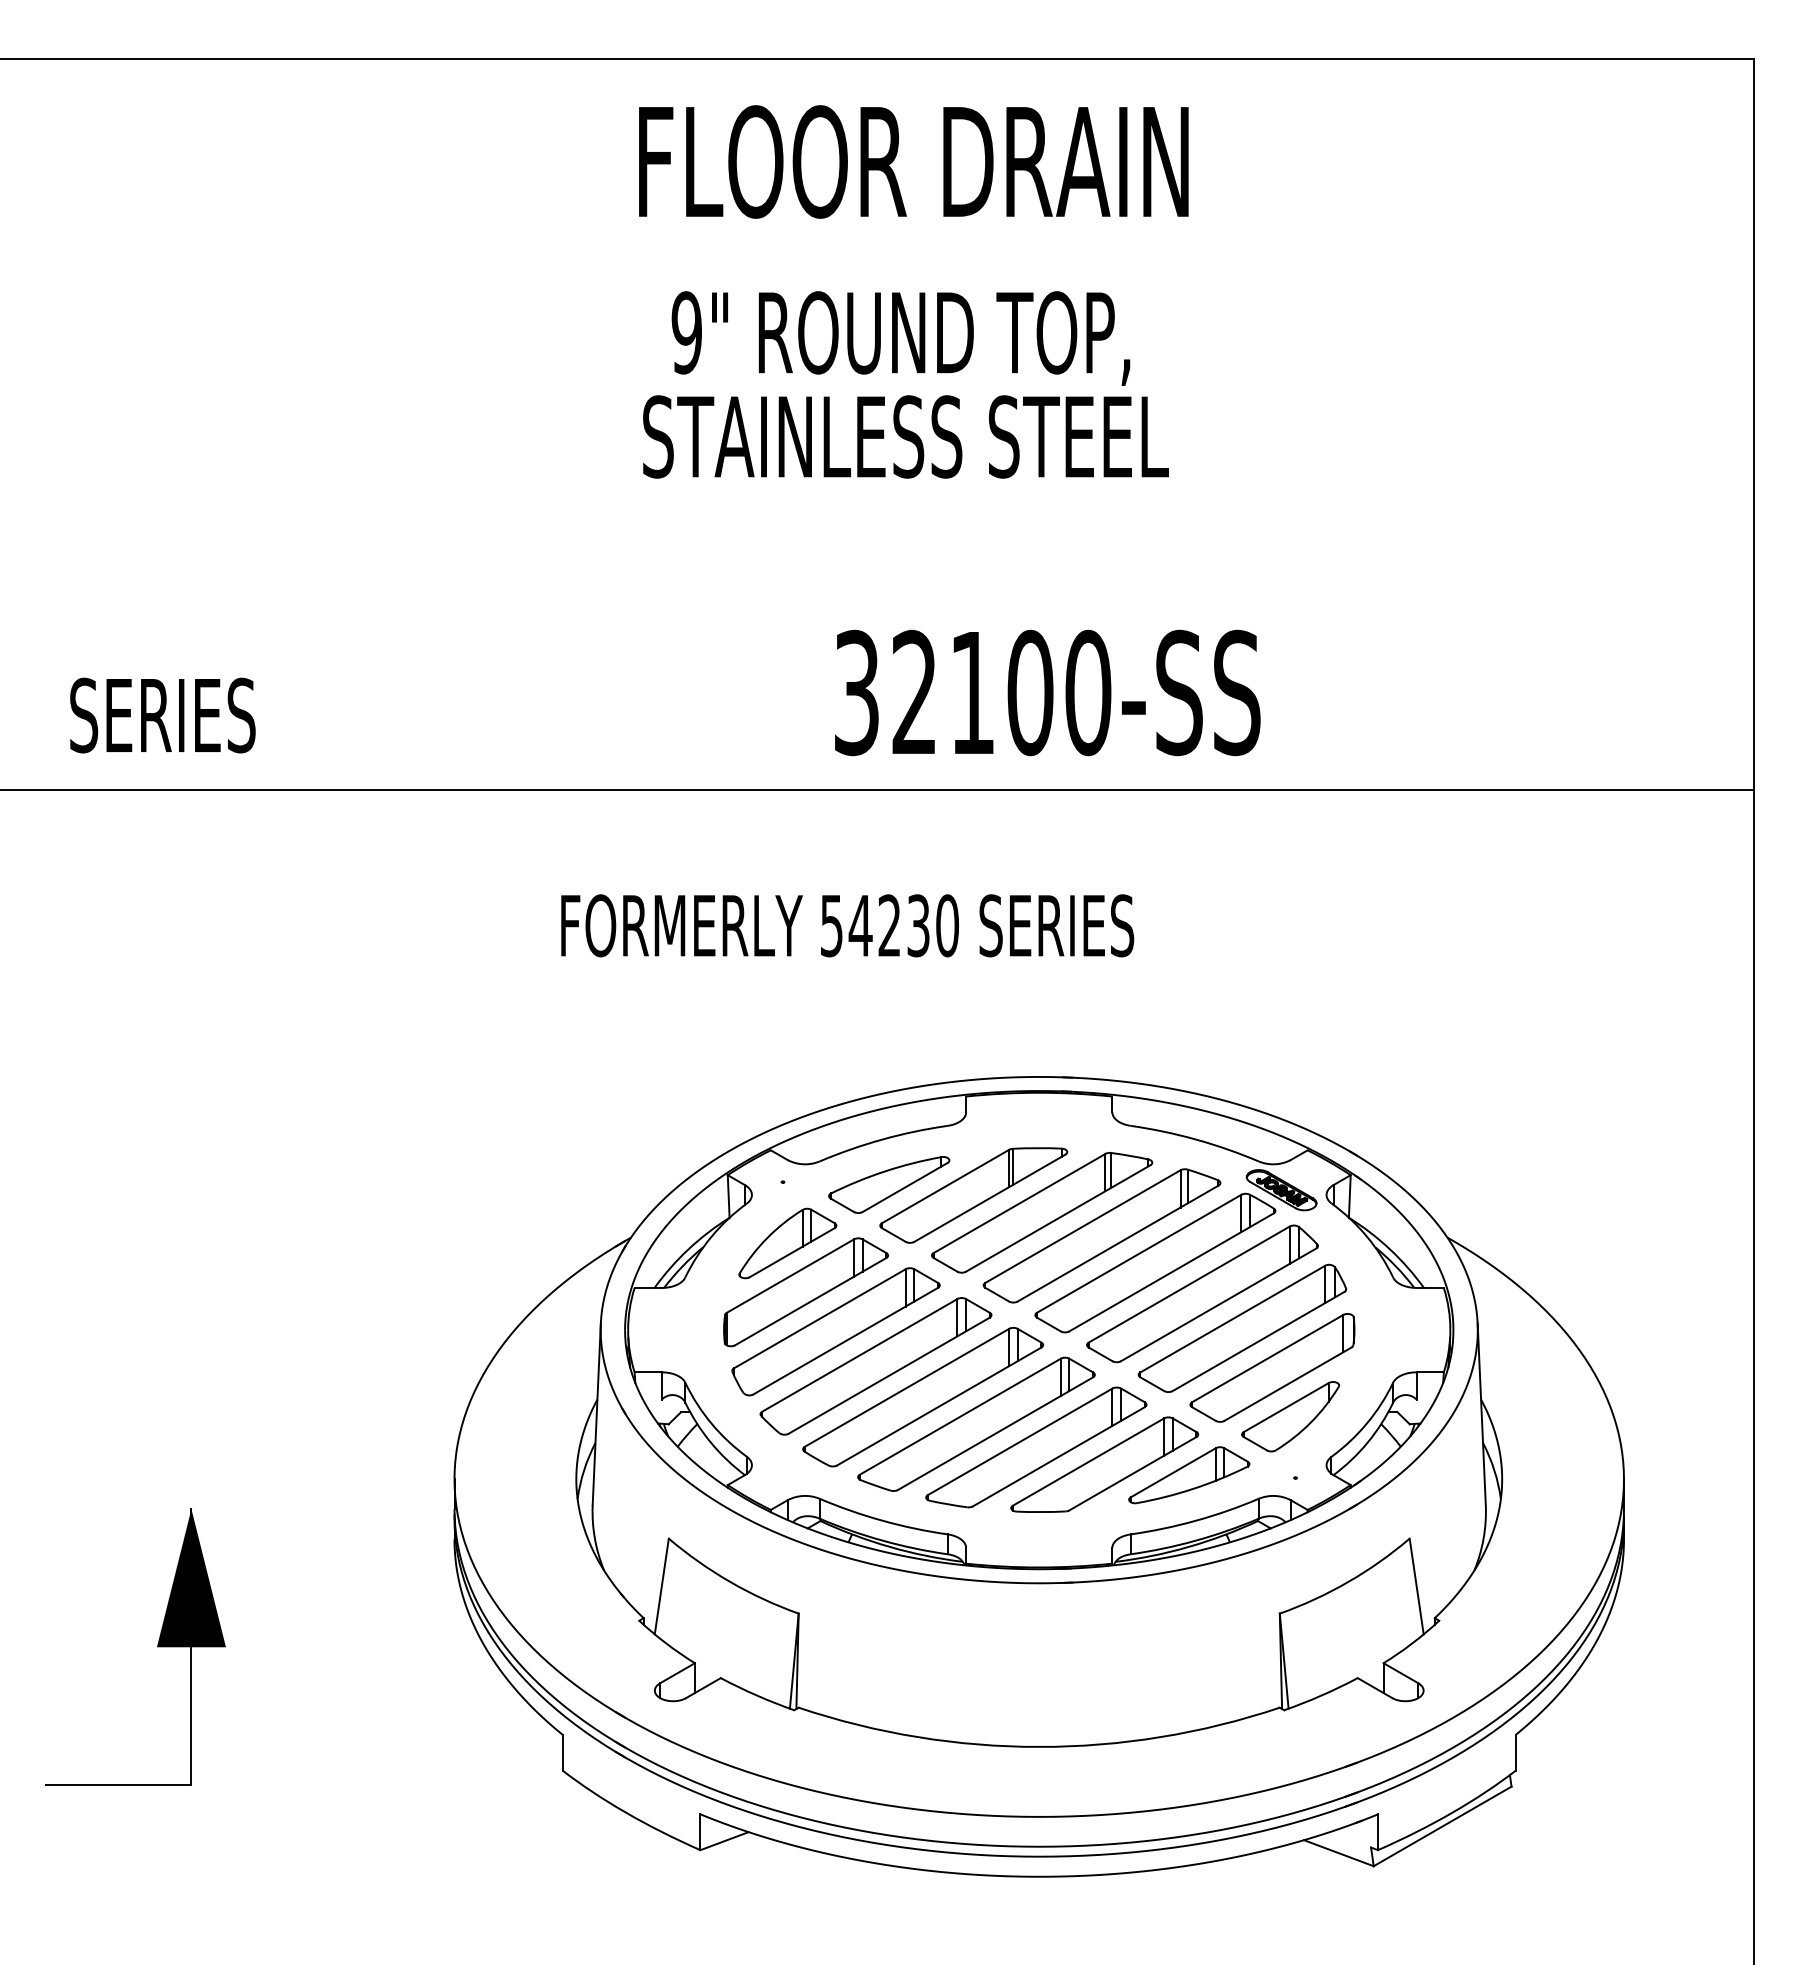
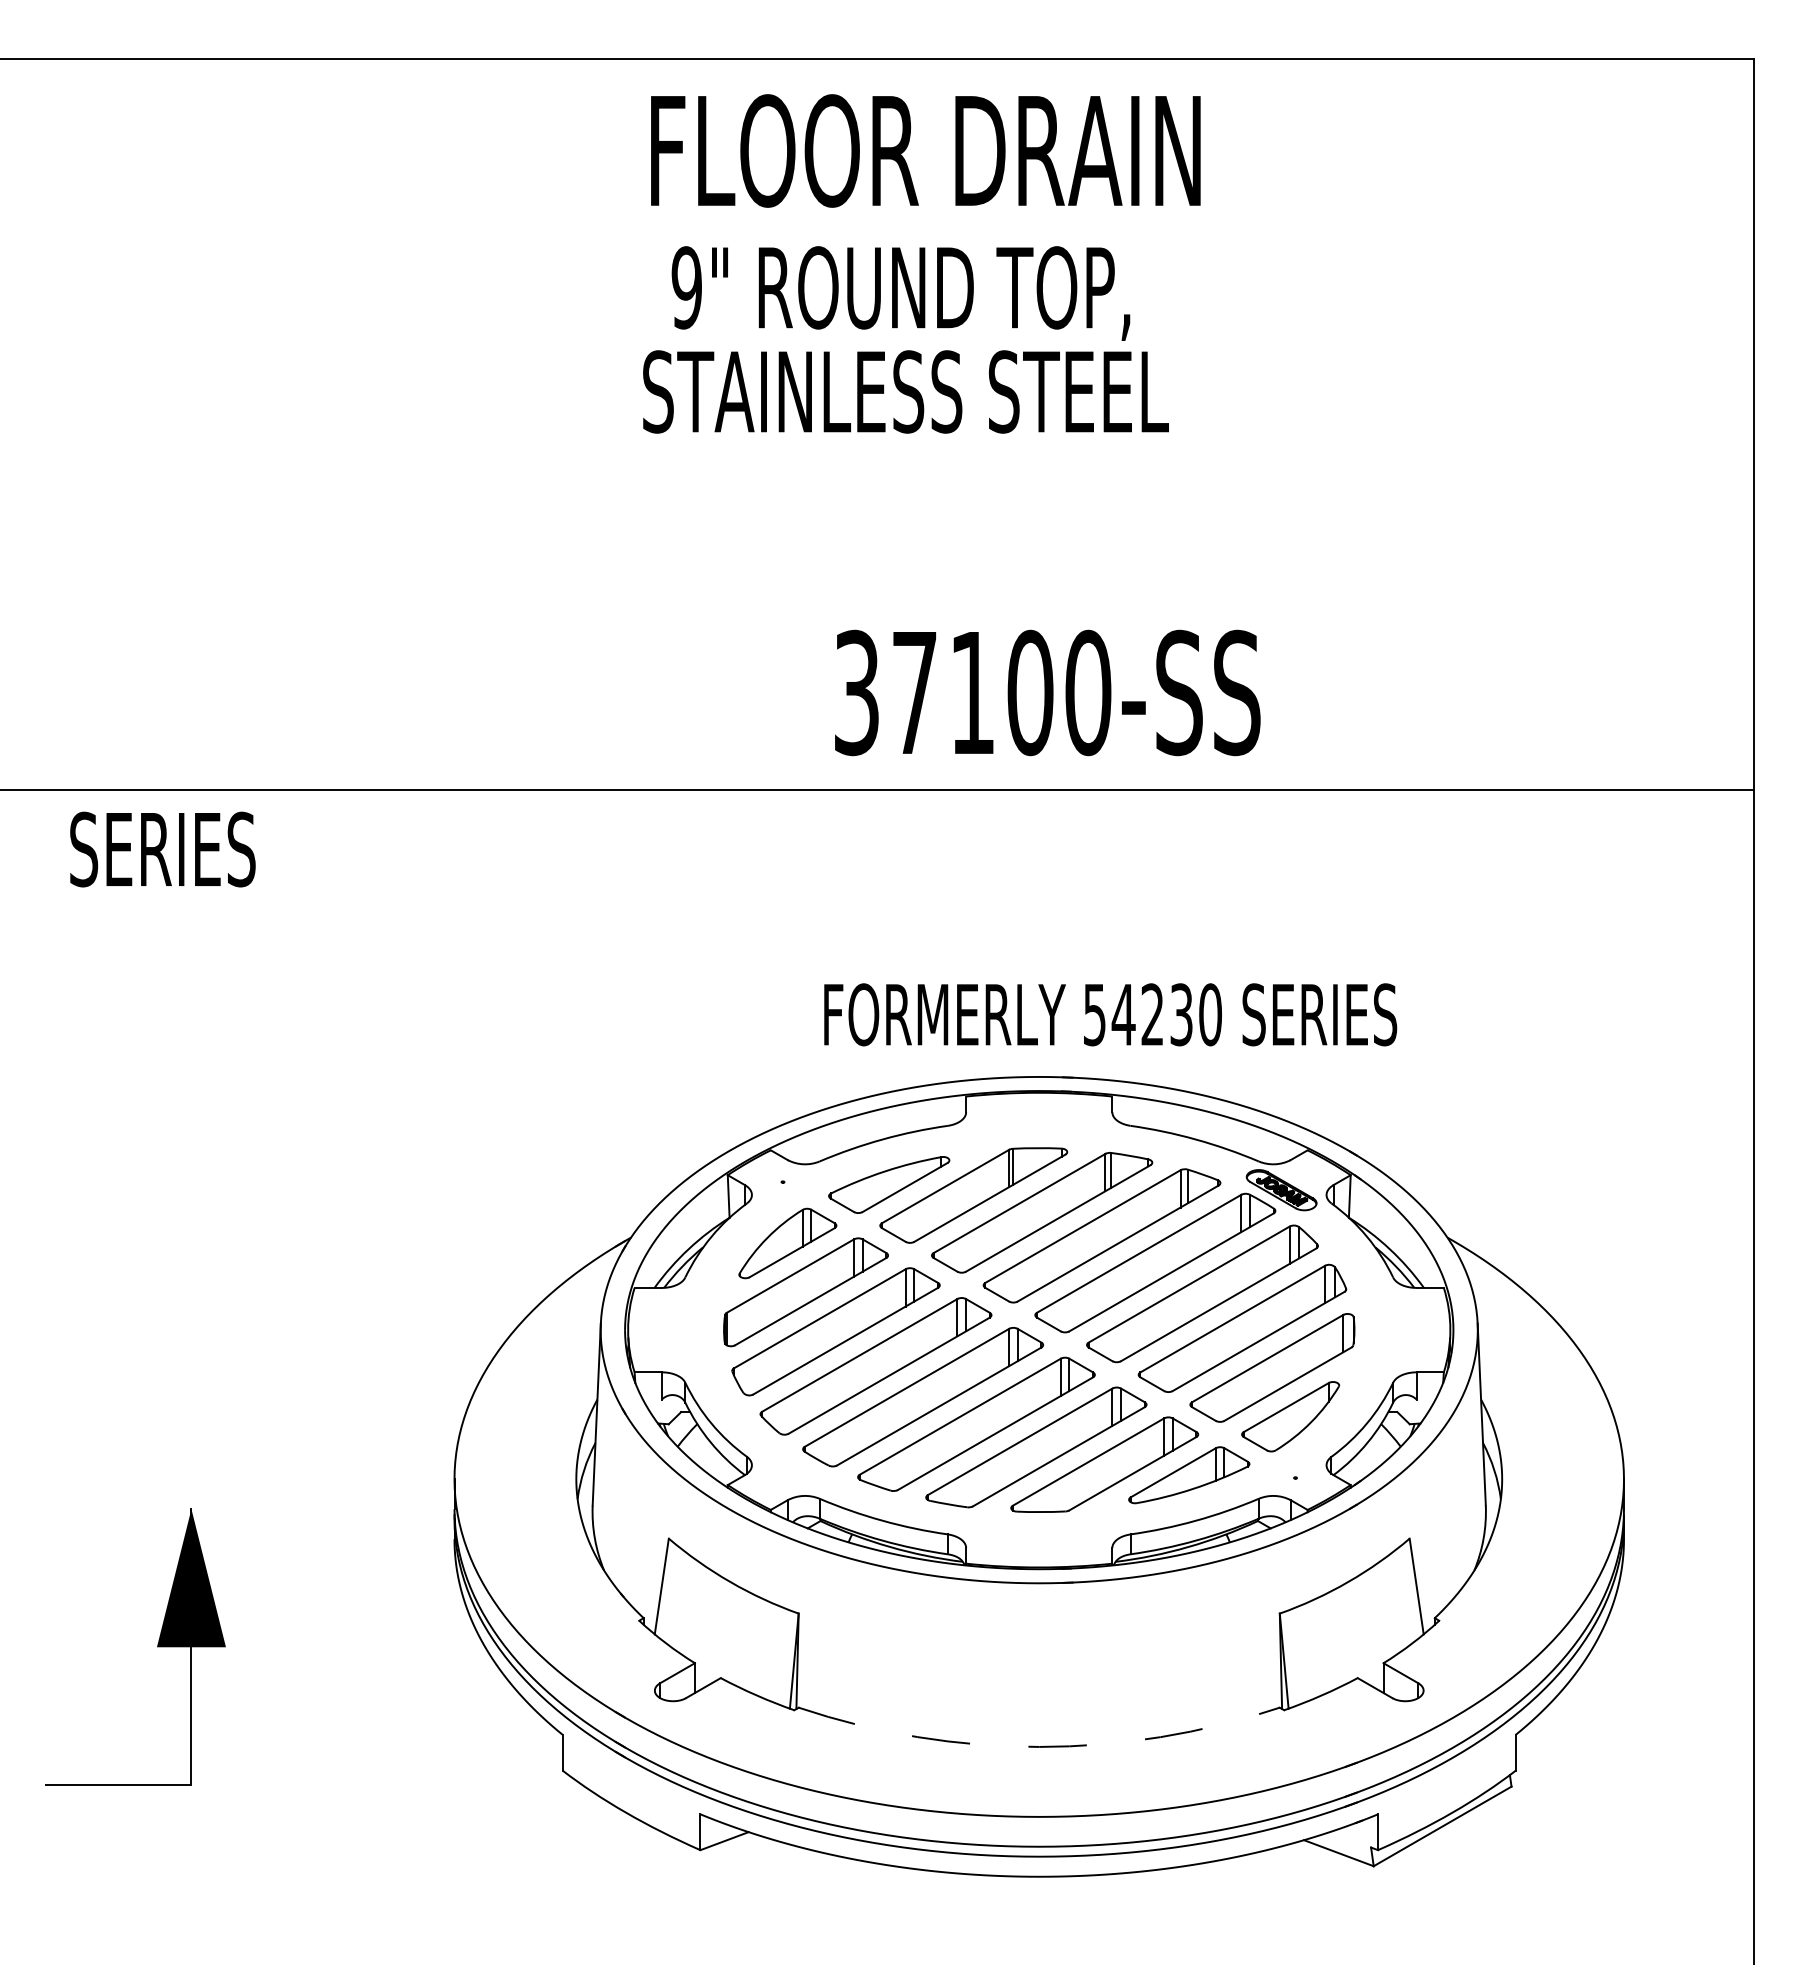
text at (913, 161) position: (913, 161) -> (925, 150)
text at (905, 384) position: (905, 384) -> (905, 339)
text at (914, 691): 32100-SS -> 37100-SS
text at (162, 715) position: (162, 715) -> (162, 849)
text at (847, 925) position: (847, 925) -> (1110, 1014)
arc at (1039, 1746): solid -> dashed
